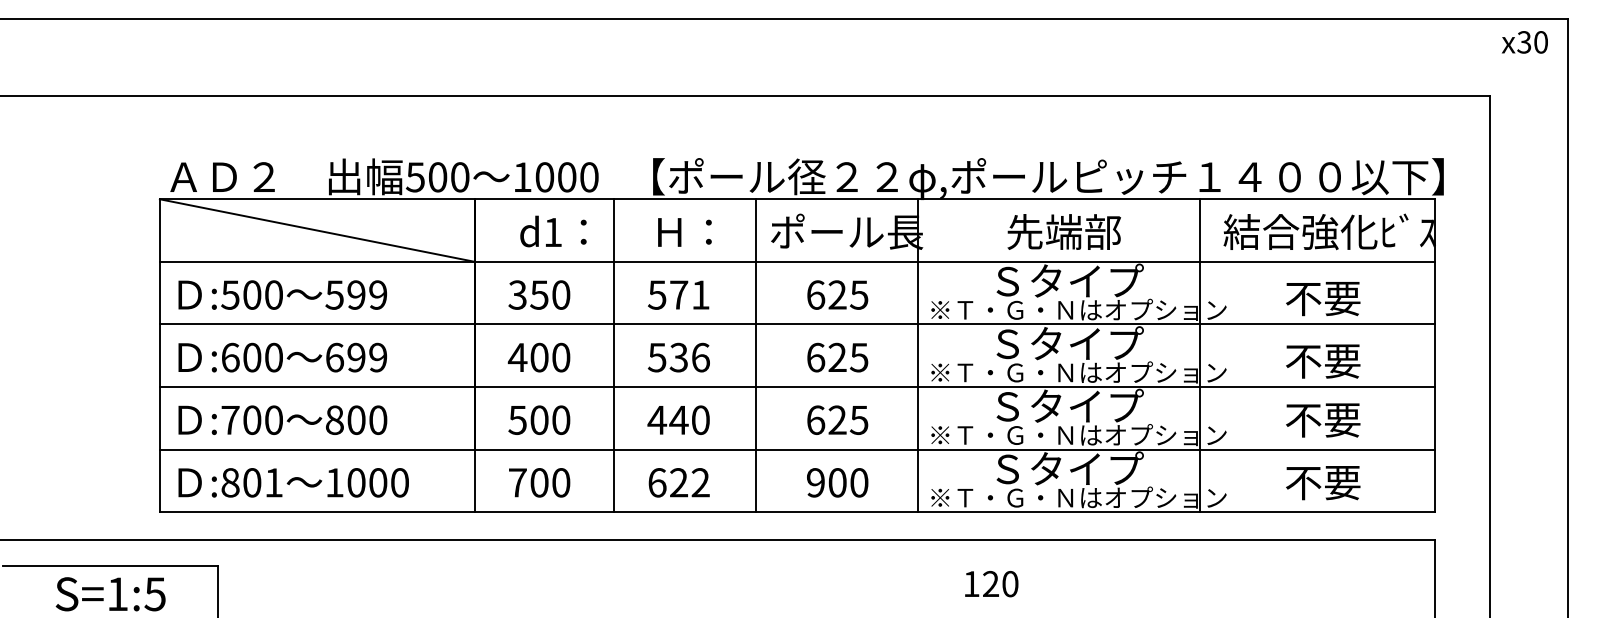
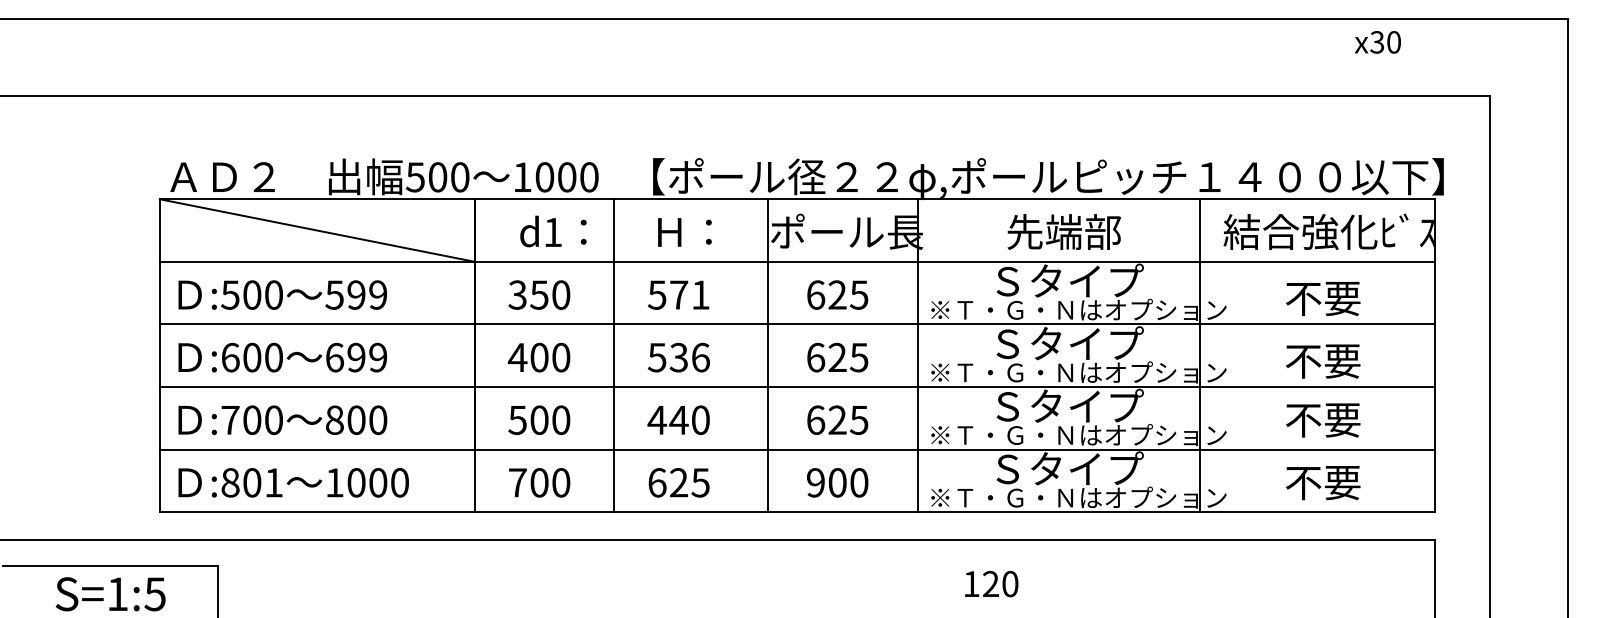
text at (1524, 42) position: (1524, 42) -> (1377, 42)
line at (756, 355) position: (756, 355) -> (768, 355)
text at (700, 482): 622 -> 625
